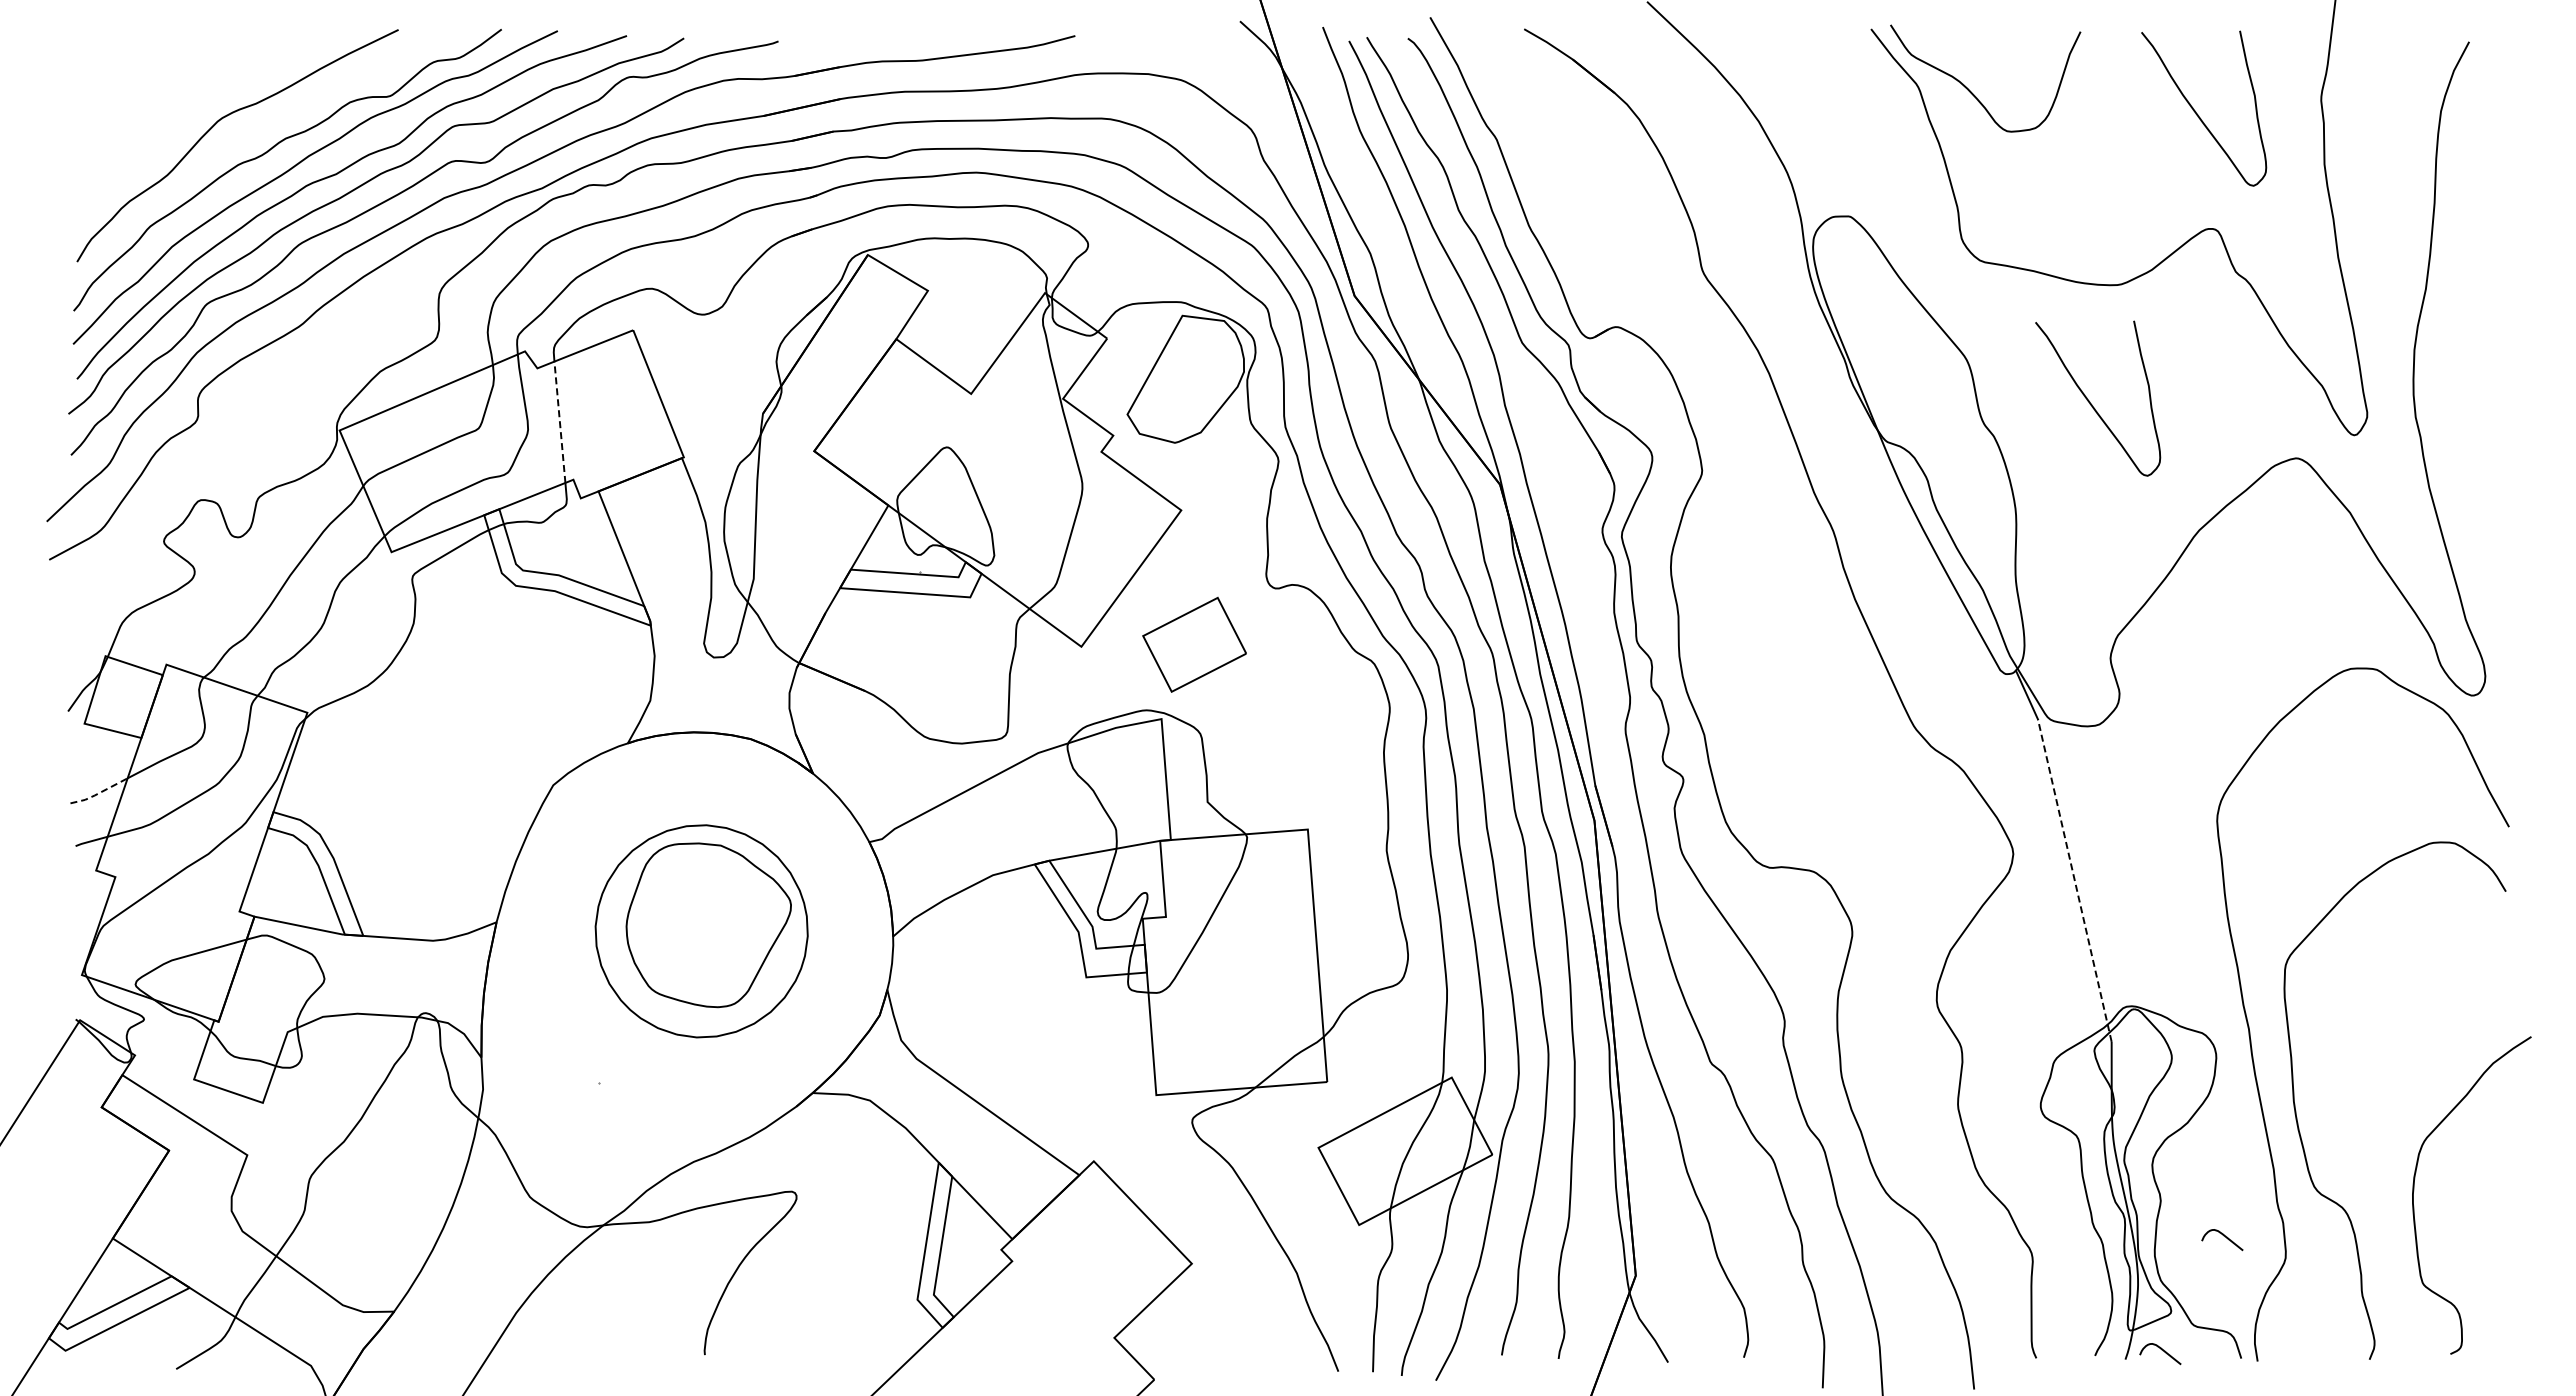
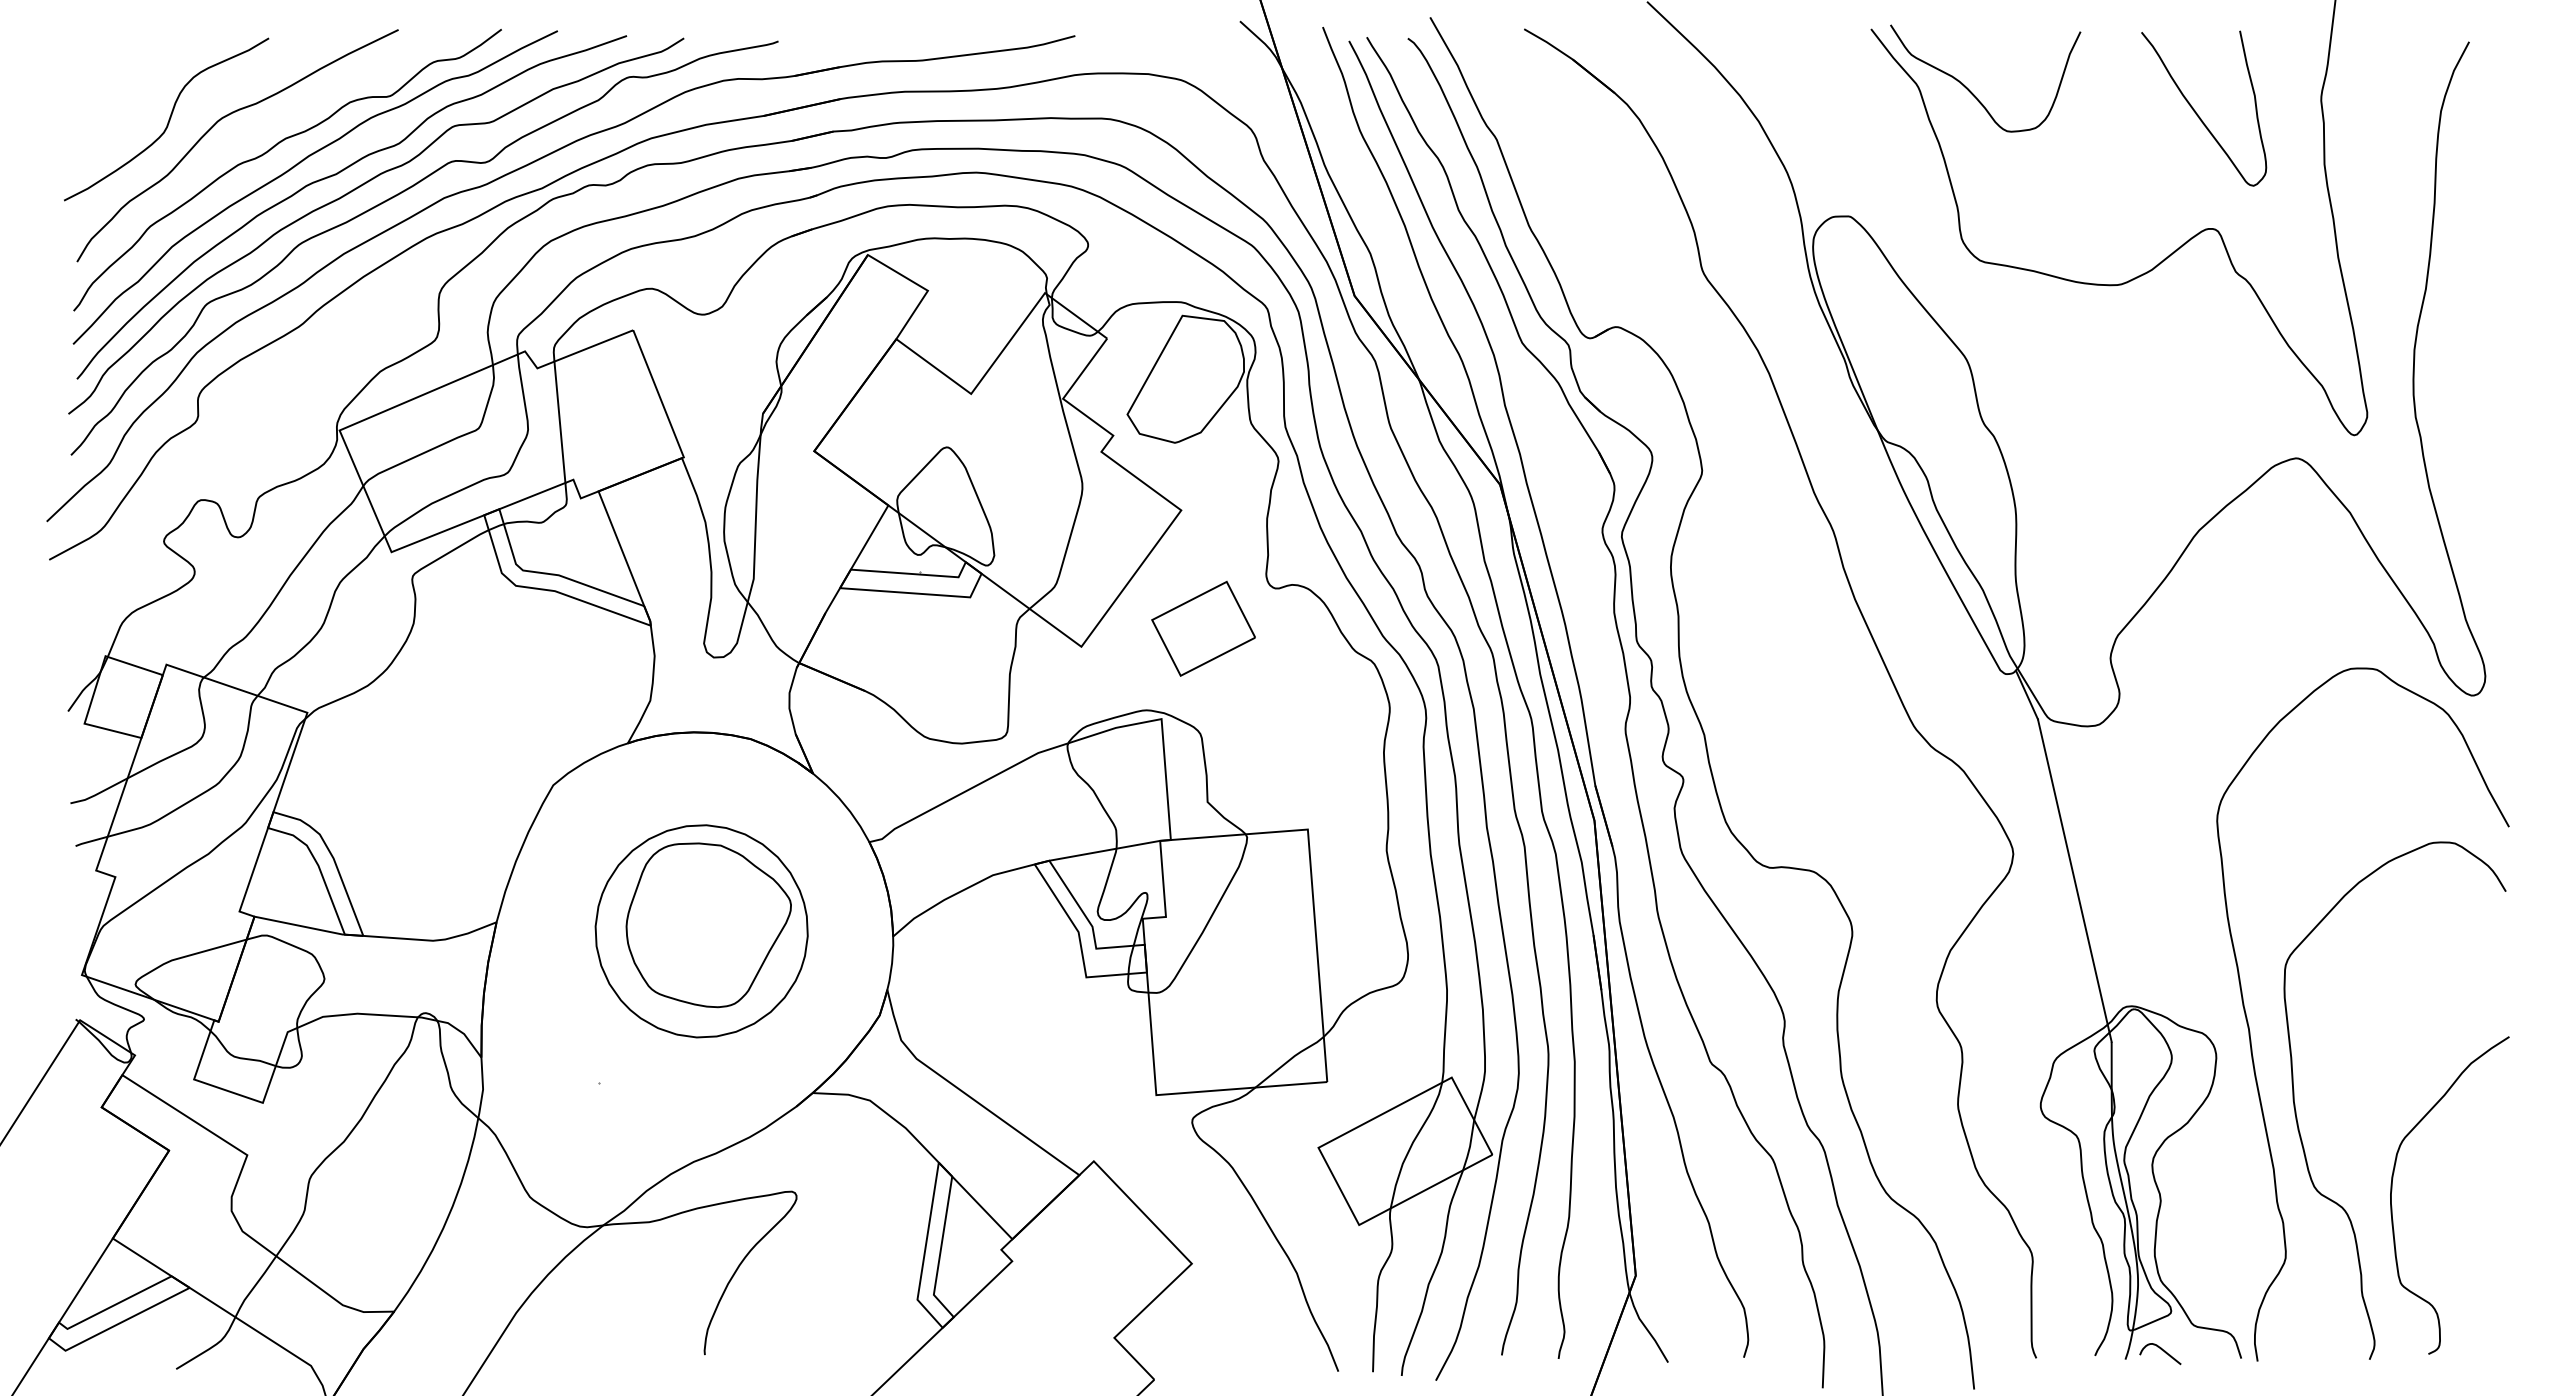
curve at (168, 119): none -> present
curve at (2092, 404): present -> none
line at (559, 422): dashed -> solid
part at (1194, 644) position: (1194, 644) -> (1203, 628)
line at (98, 793): dashed -> solid
line at (2074, 880): dashed -> solid
curve at (2414, 1191) position: (2414, 1191) -> (2392, 1191)
curve at (2223, 1236): present -> none
